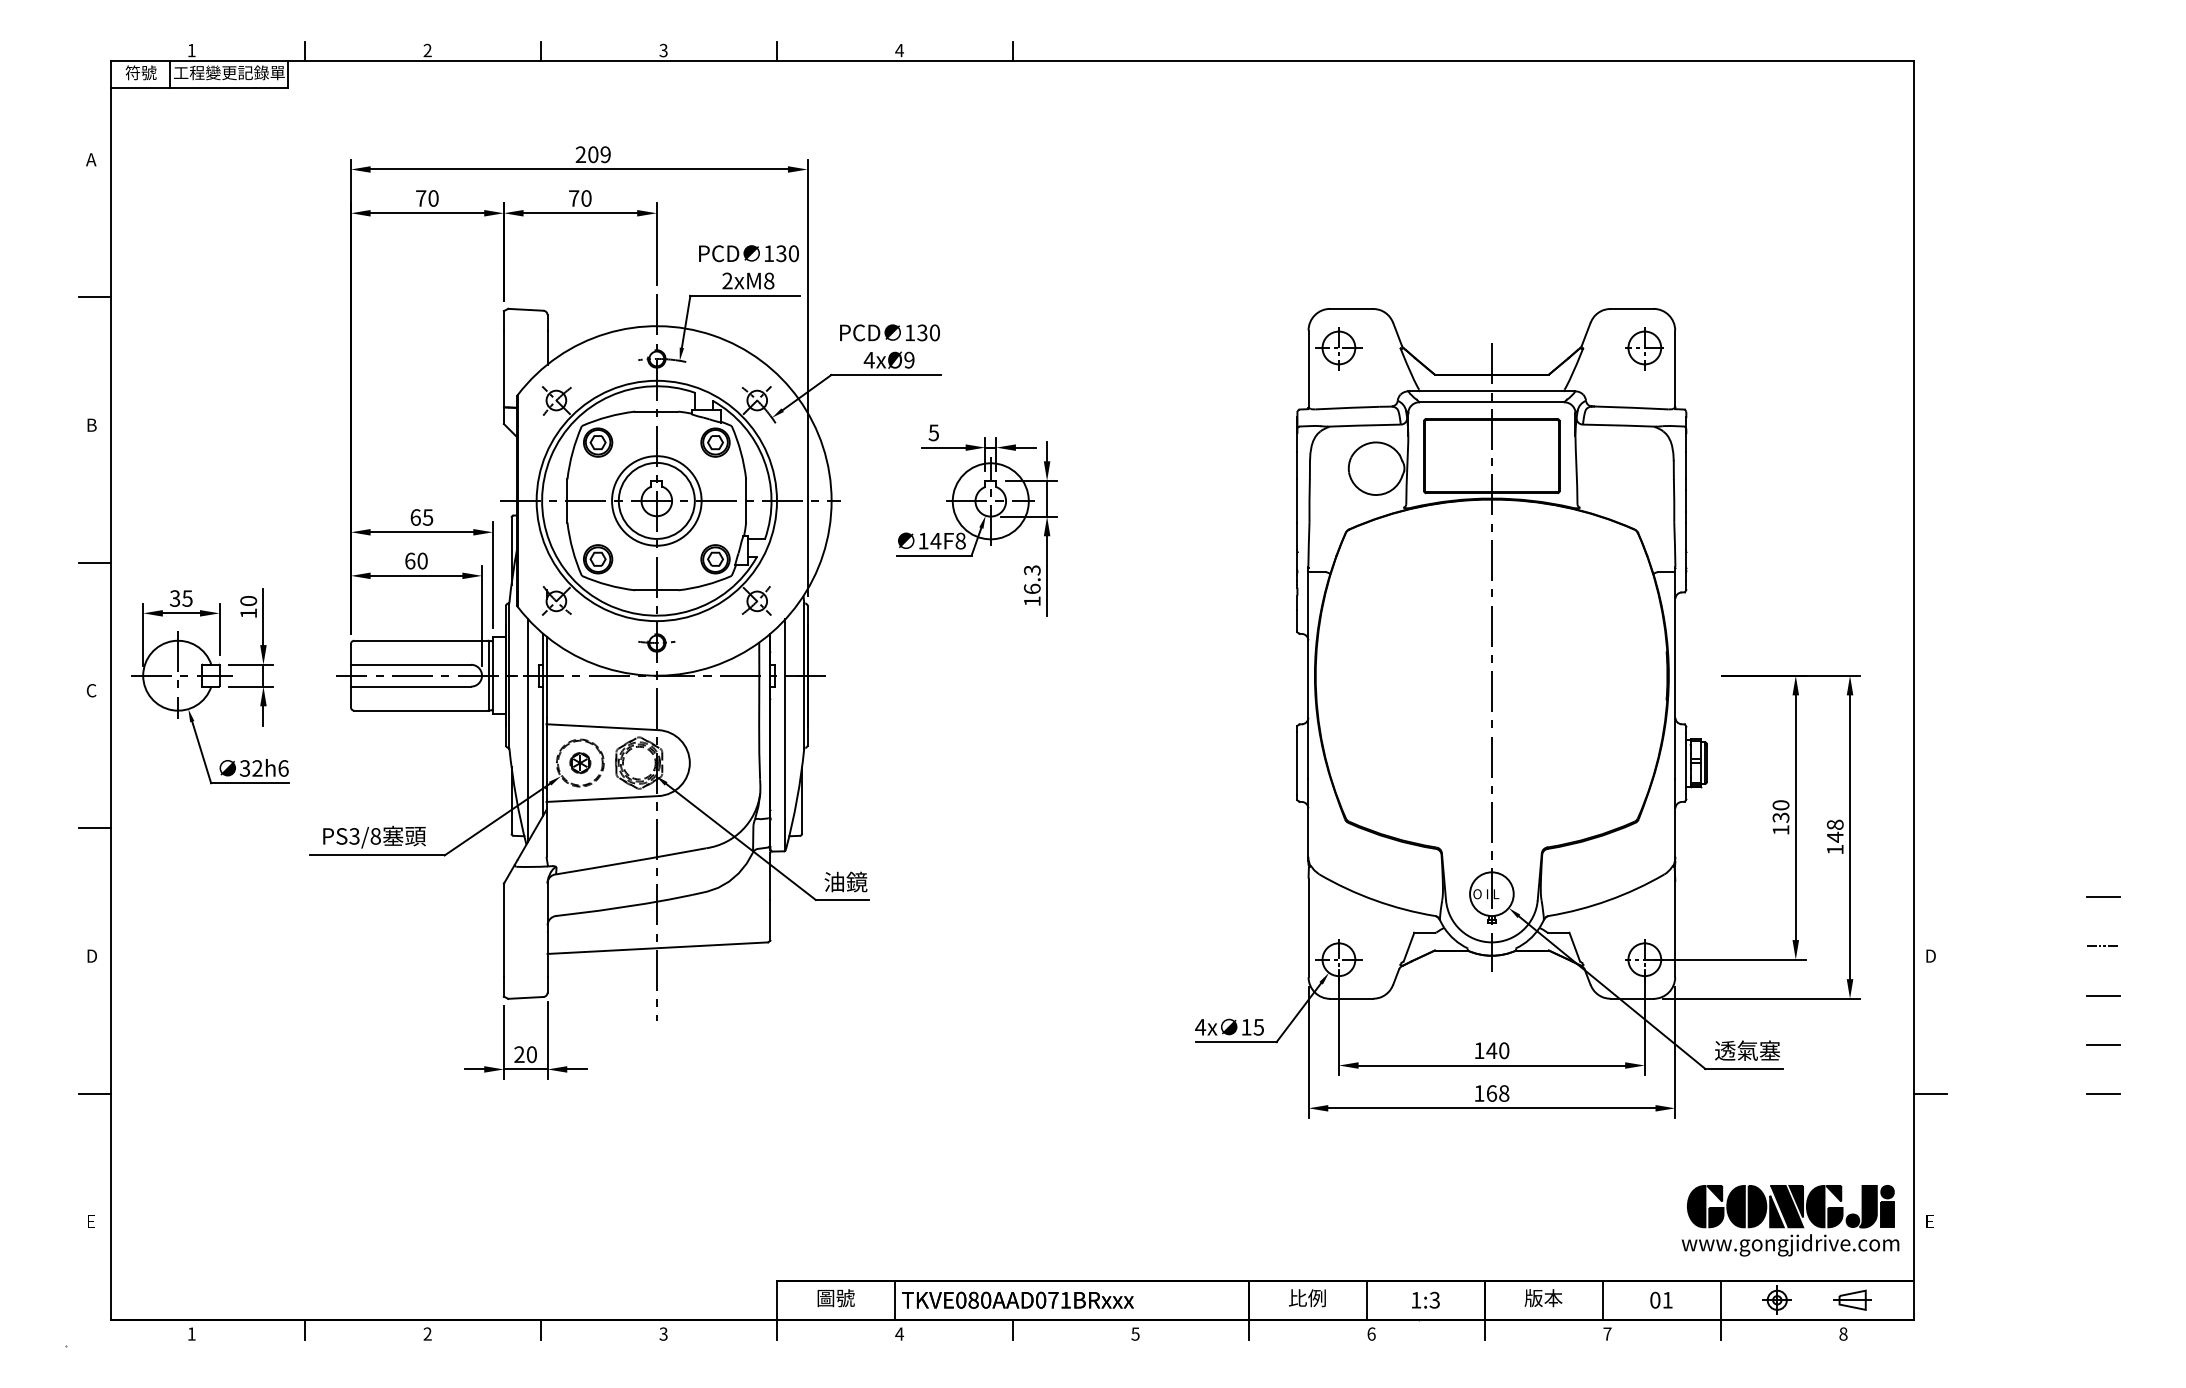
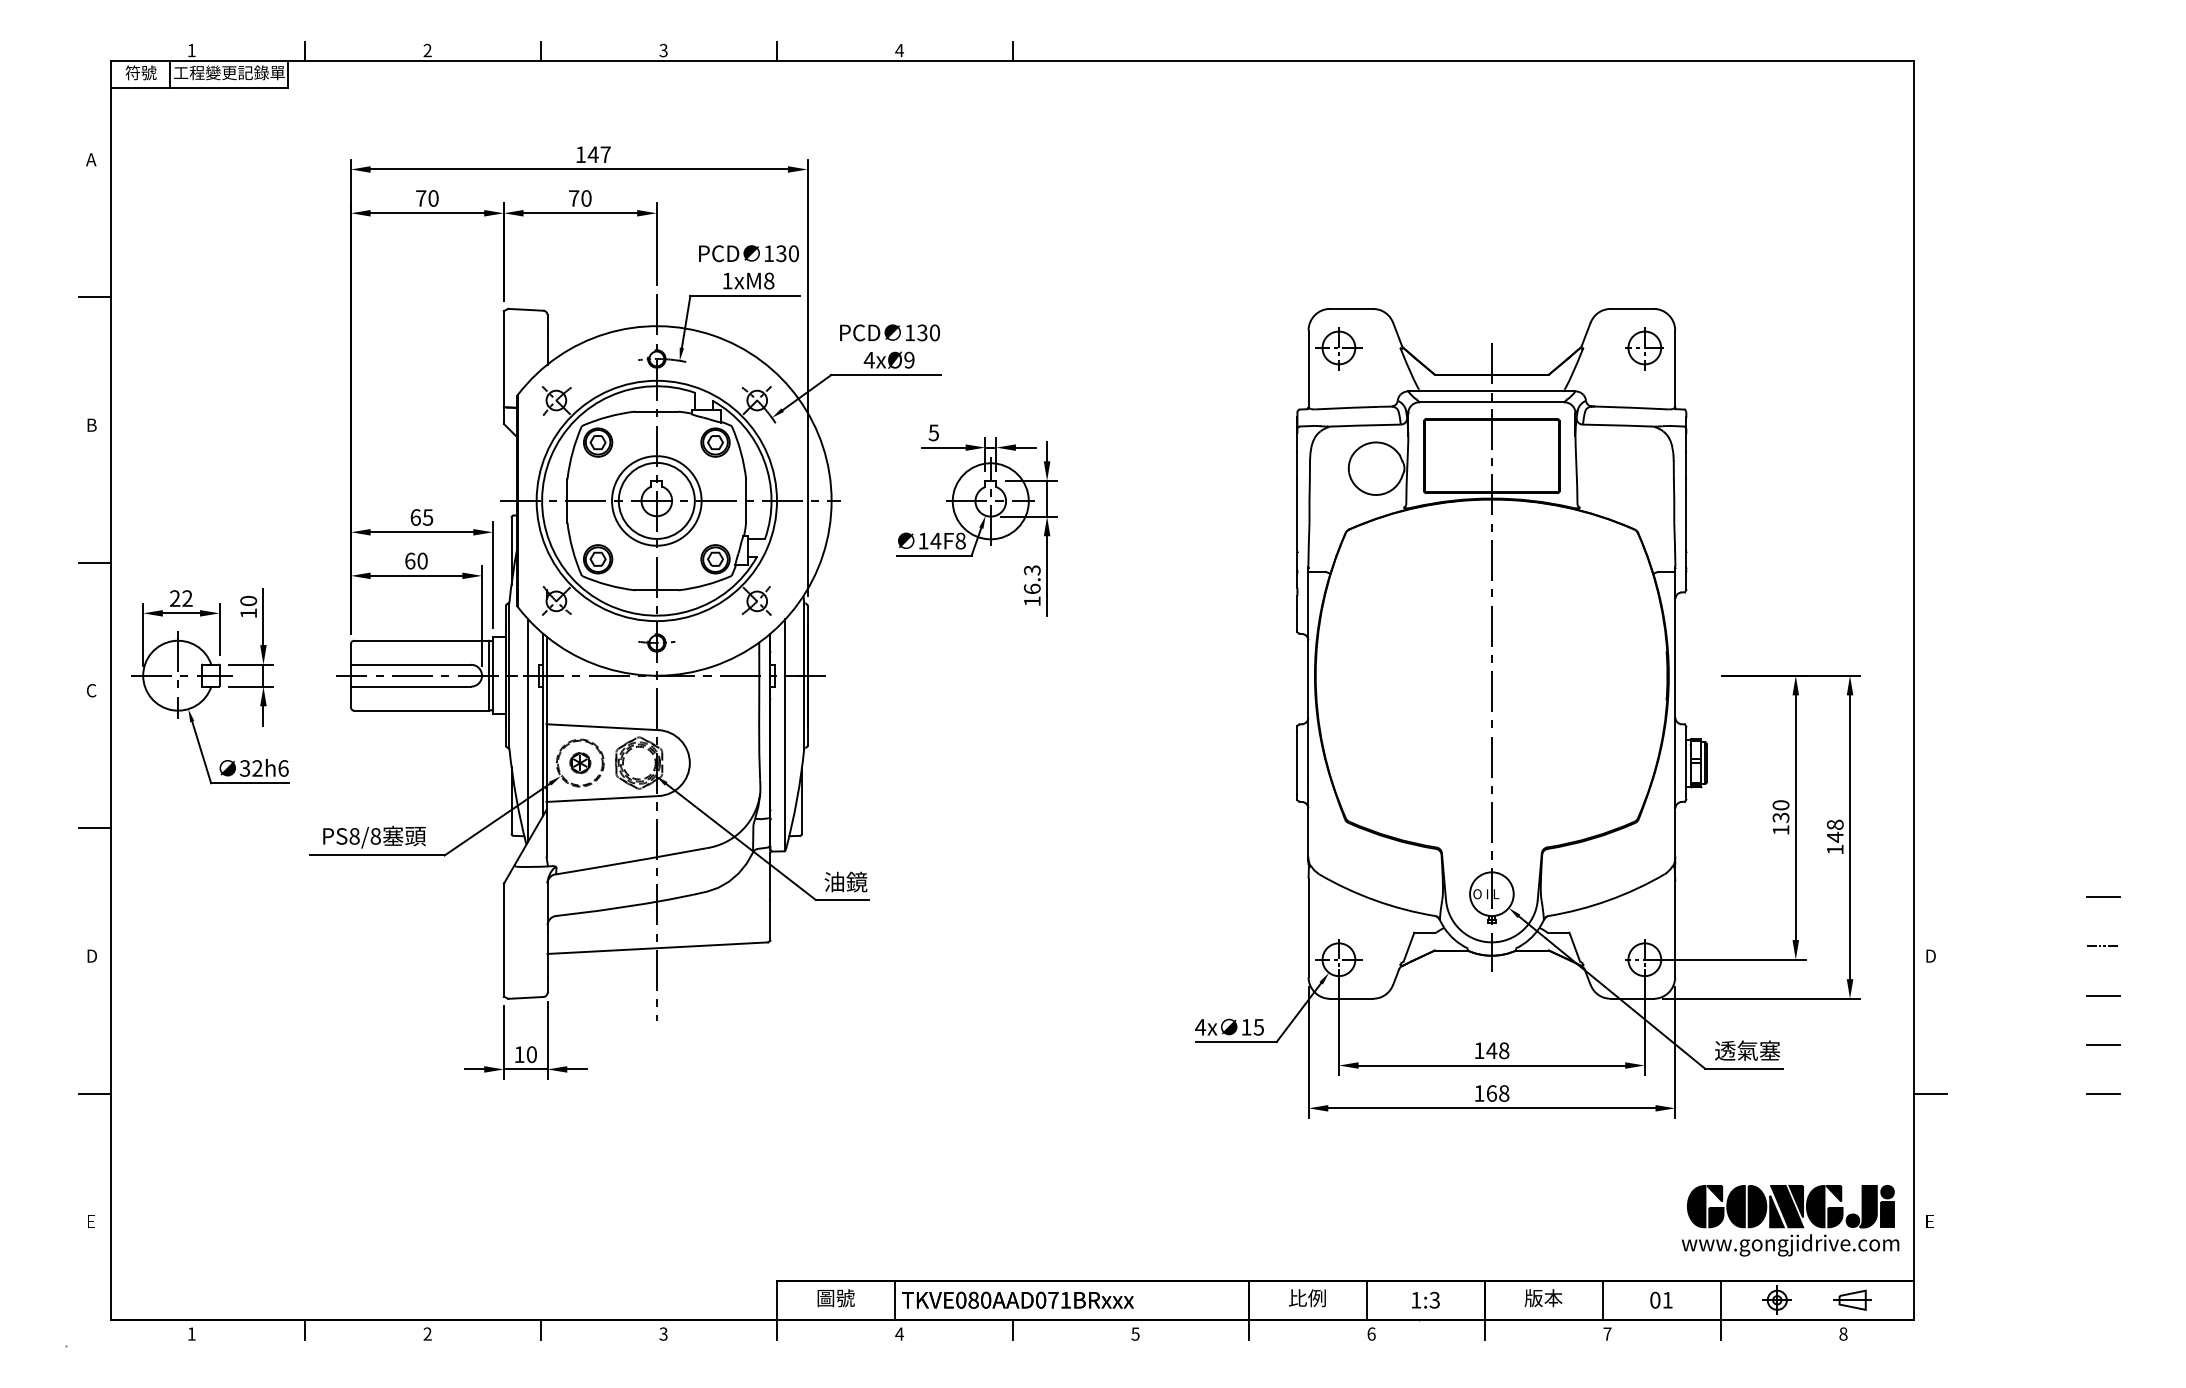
text at (592, 154): 209 -> 147
text at (727, 280): 2xM8 -> 1xM8
text at (180, 598): 35 -> 22
text at (354, 836): PS3/8 -> PS8/8
text at (1504, 1050): 140 -> 148
text at (519, 1054): 20 -> 10
